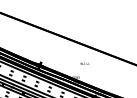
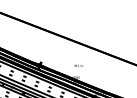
text at (84, 63) position: (84, 63) -> (78, 65)
